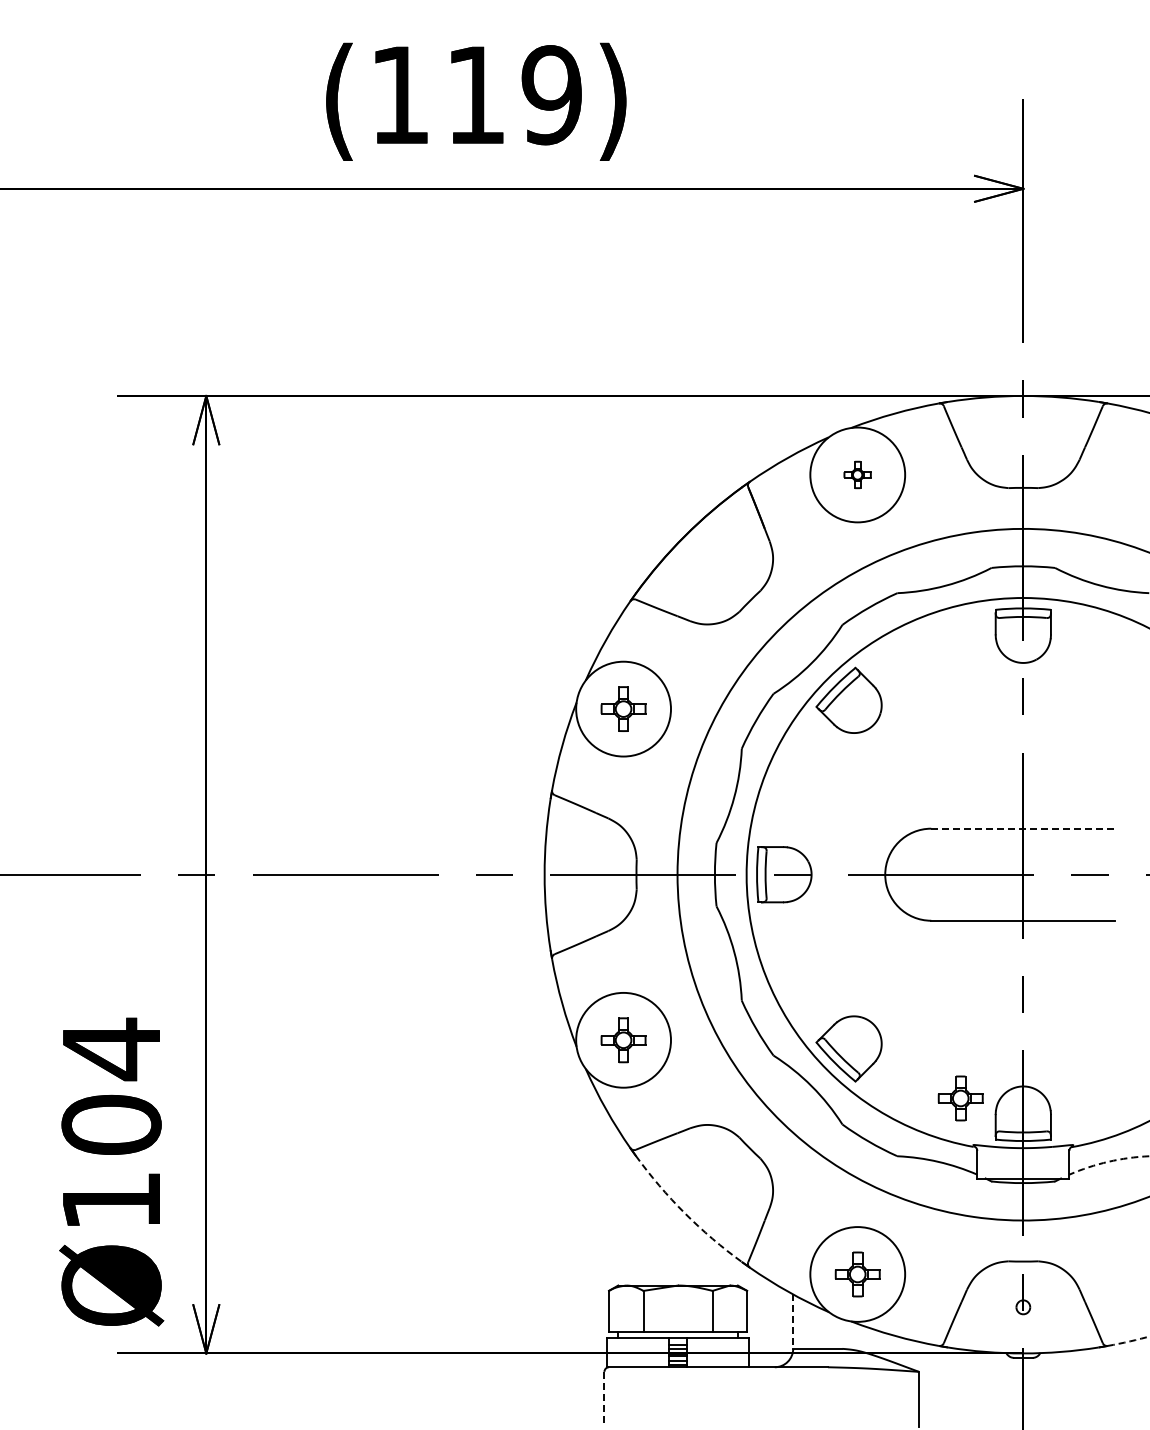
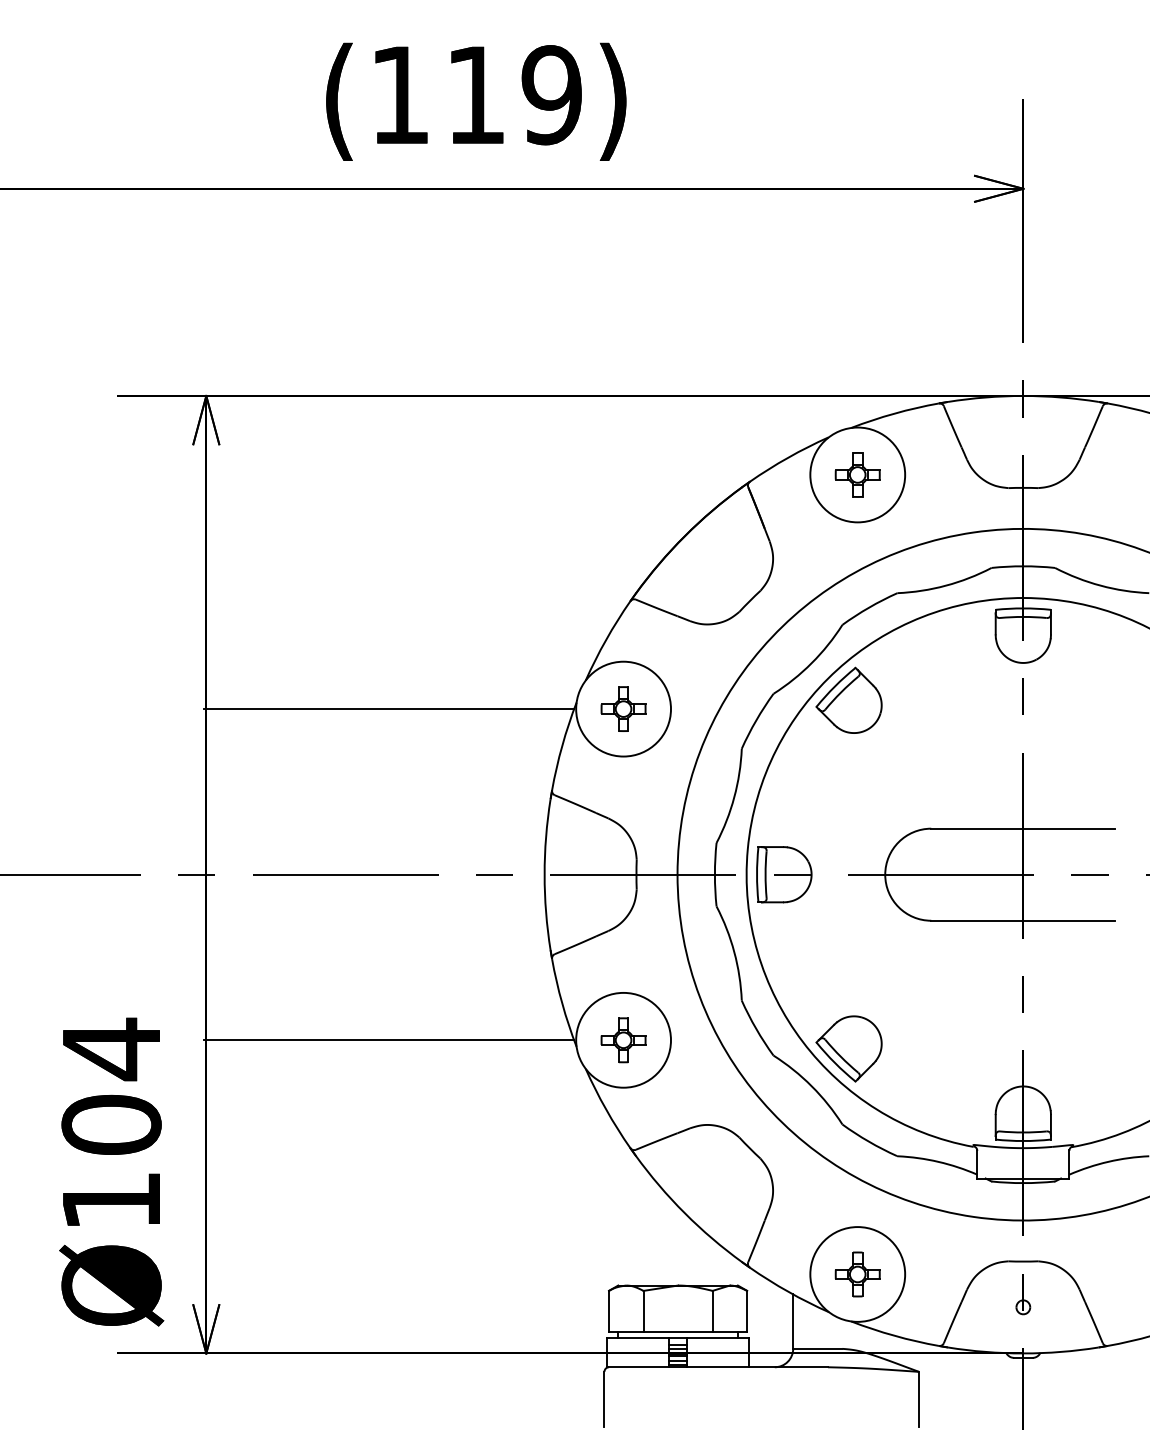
part at (857, 474) size: 29x30 px -> 47x46 px
line at (388, 709): none -> present
line at (1023, 828): dashed -> solid
line at (388, 1040): none -> present
part at (960, 1098): present -> none
arc at (1108, 1161): dashed -> solid
arc at (684, 1213): dashed -> solid
line at (793, 1322): dashed -> solid
arc at (1129, 1341): dashed -> solid
line at (604, 1399): dashed -> solid
